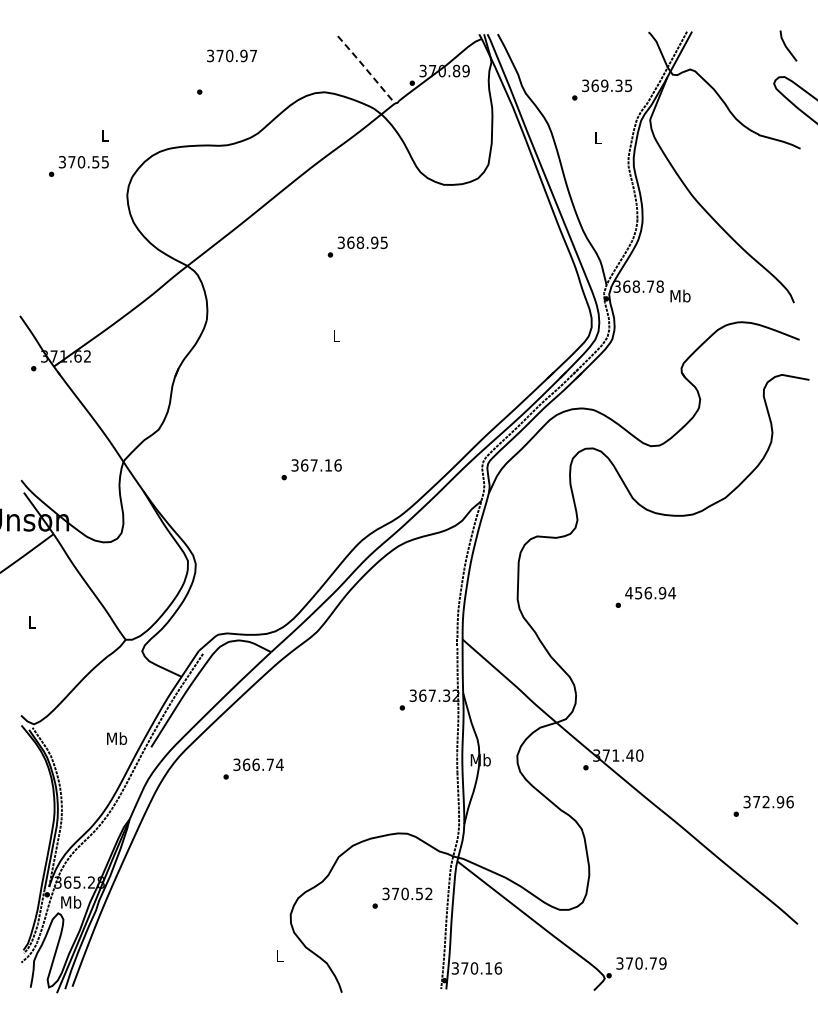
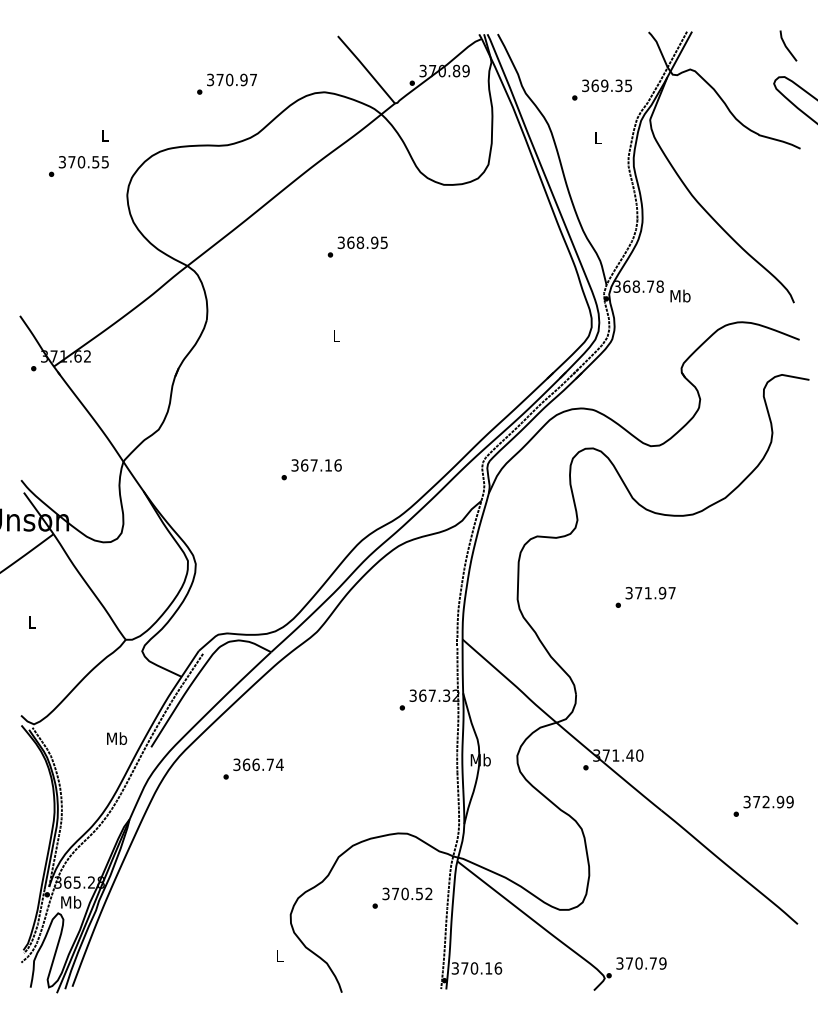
text at (231, 55) position: (231, 55) -> (231, 79)
line at (366, 69): dashed -> solid
text at (650, 593): 456.94 -> 371.97
text at (789, 801): 372.96 -> 372.99
